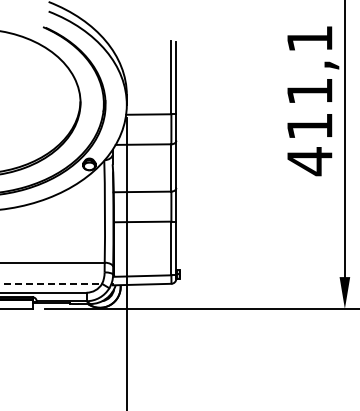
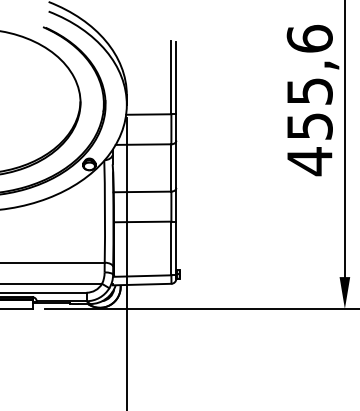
text at (309, 81): 411,1 -> 455,6
line at (51, 283): dashed -> solid
